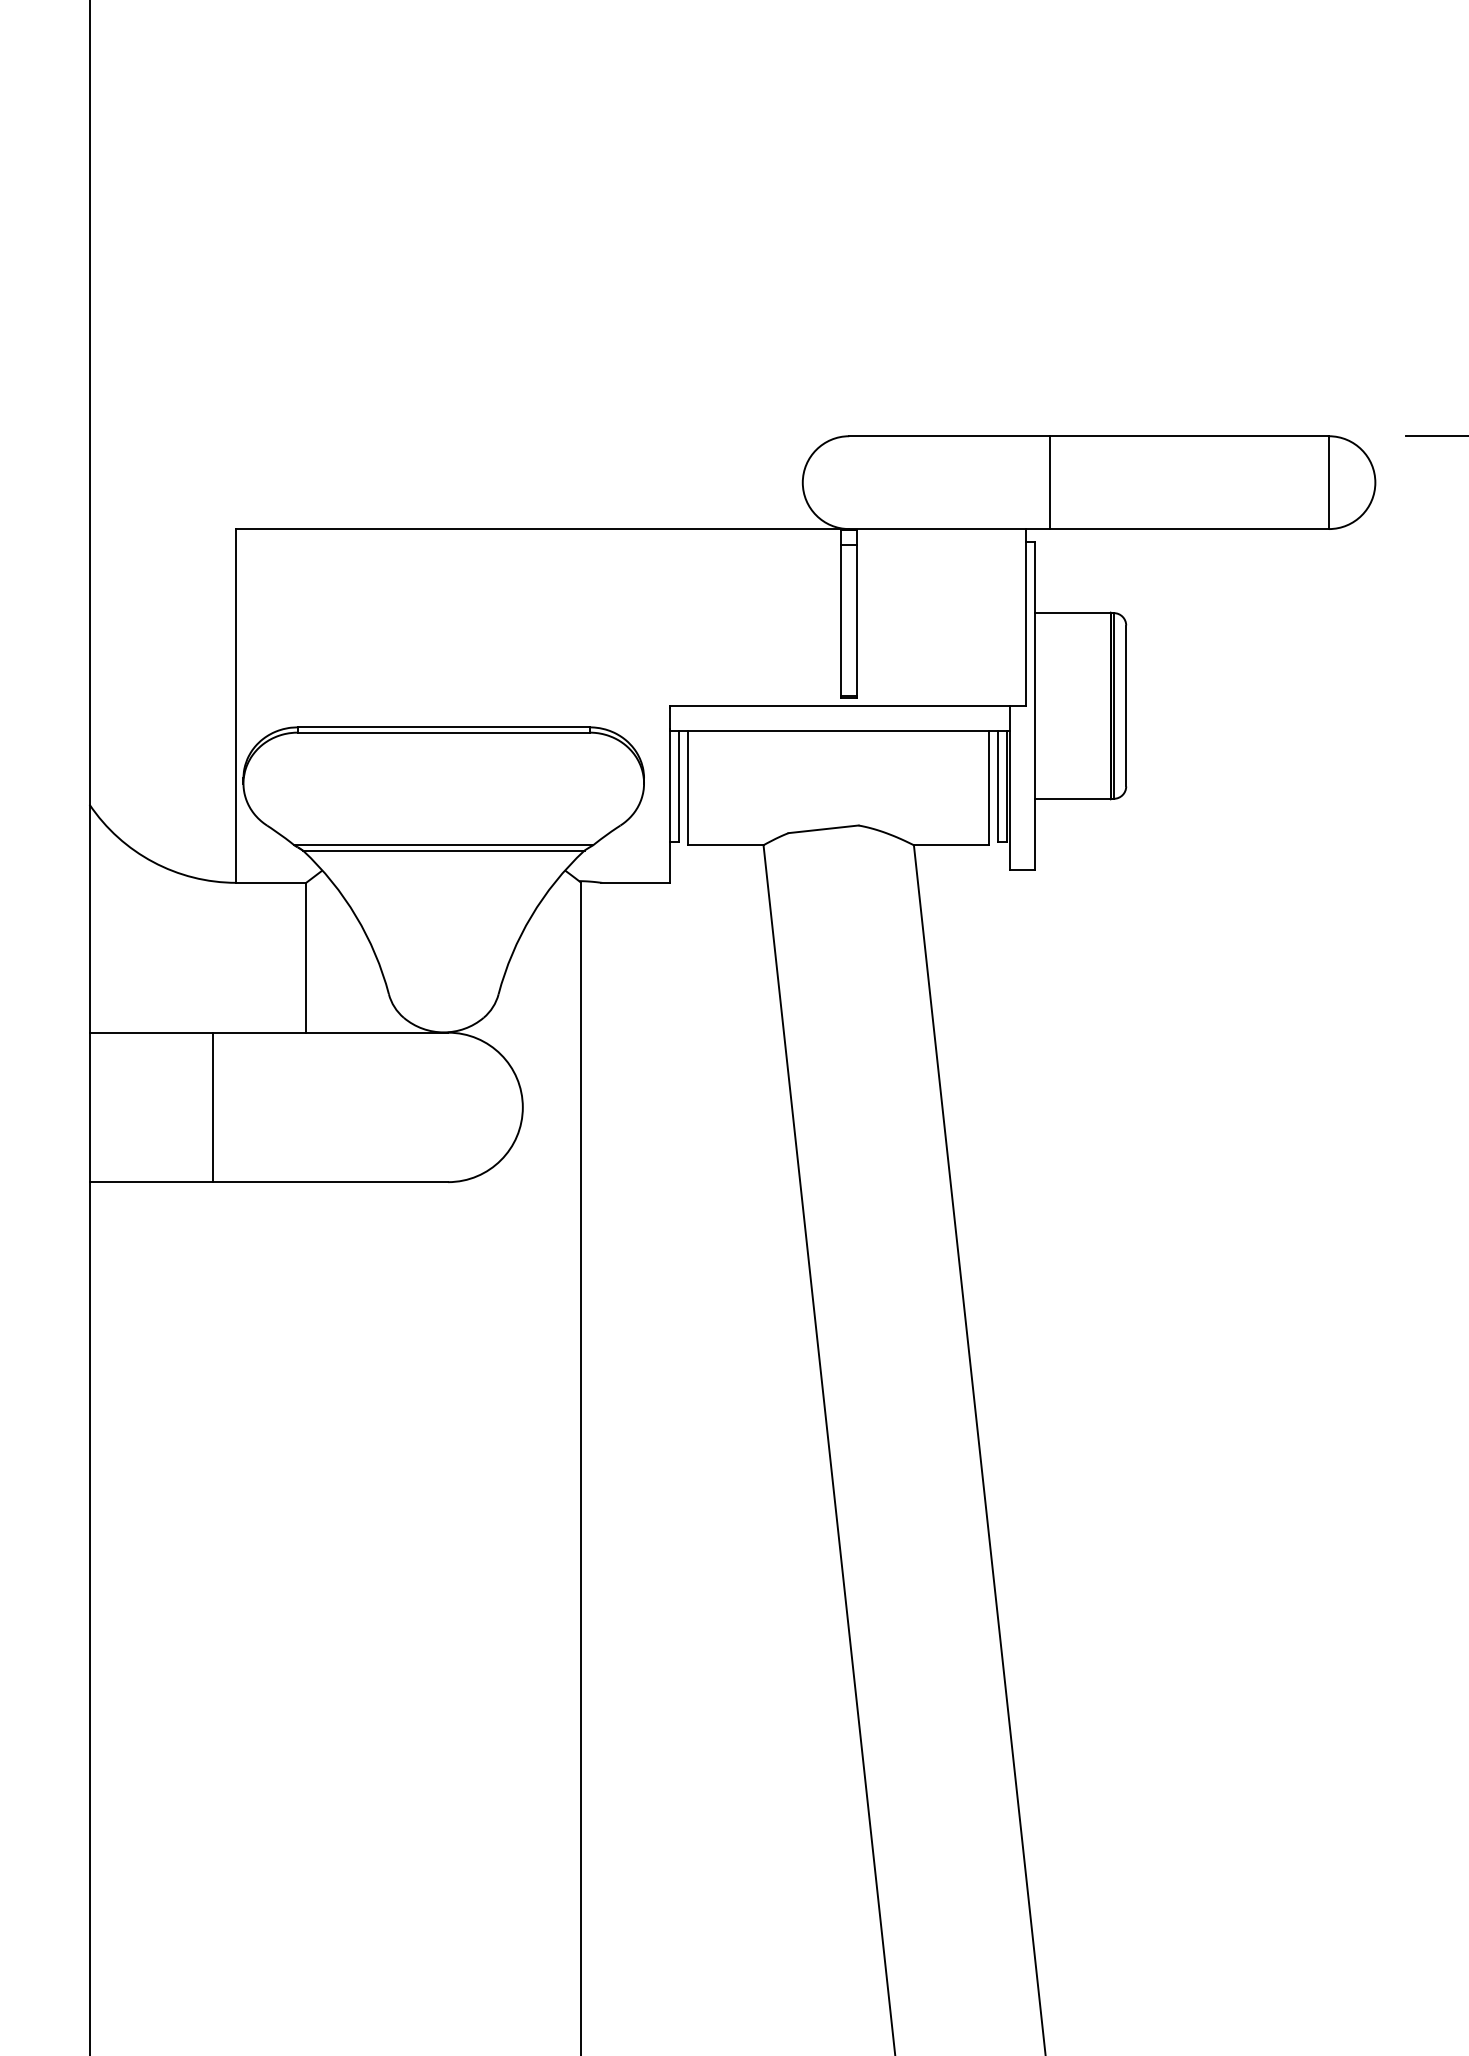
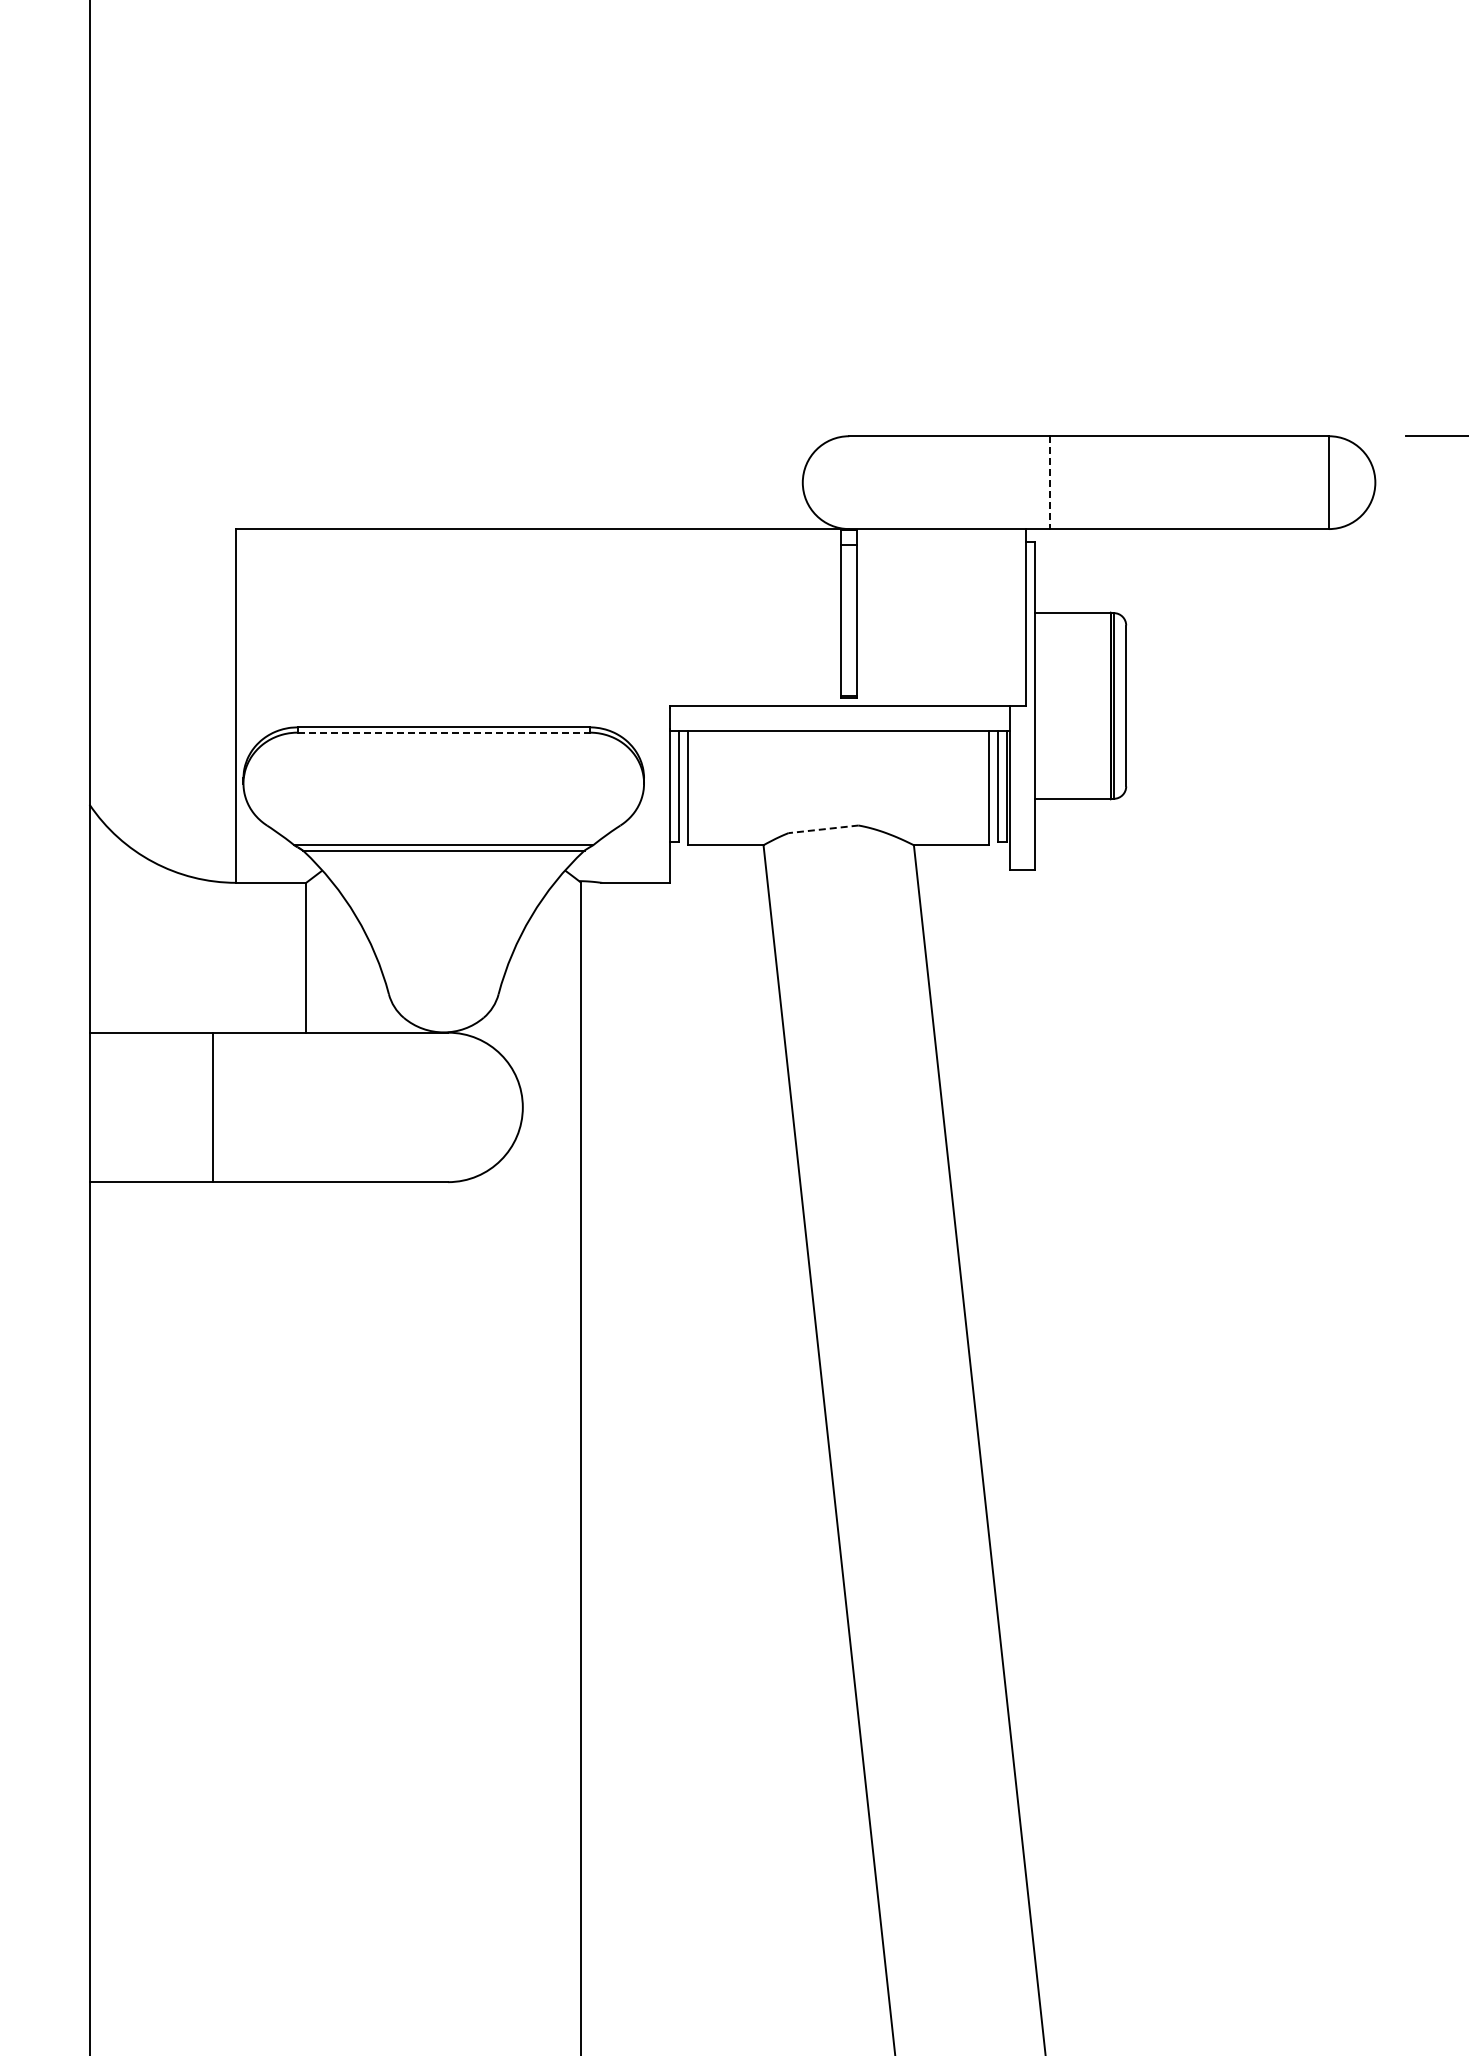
line at (1050, 483): solid -> dashed
line at (444, 732): solid -> dashed
line at (823, 829): solid -> dashed
